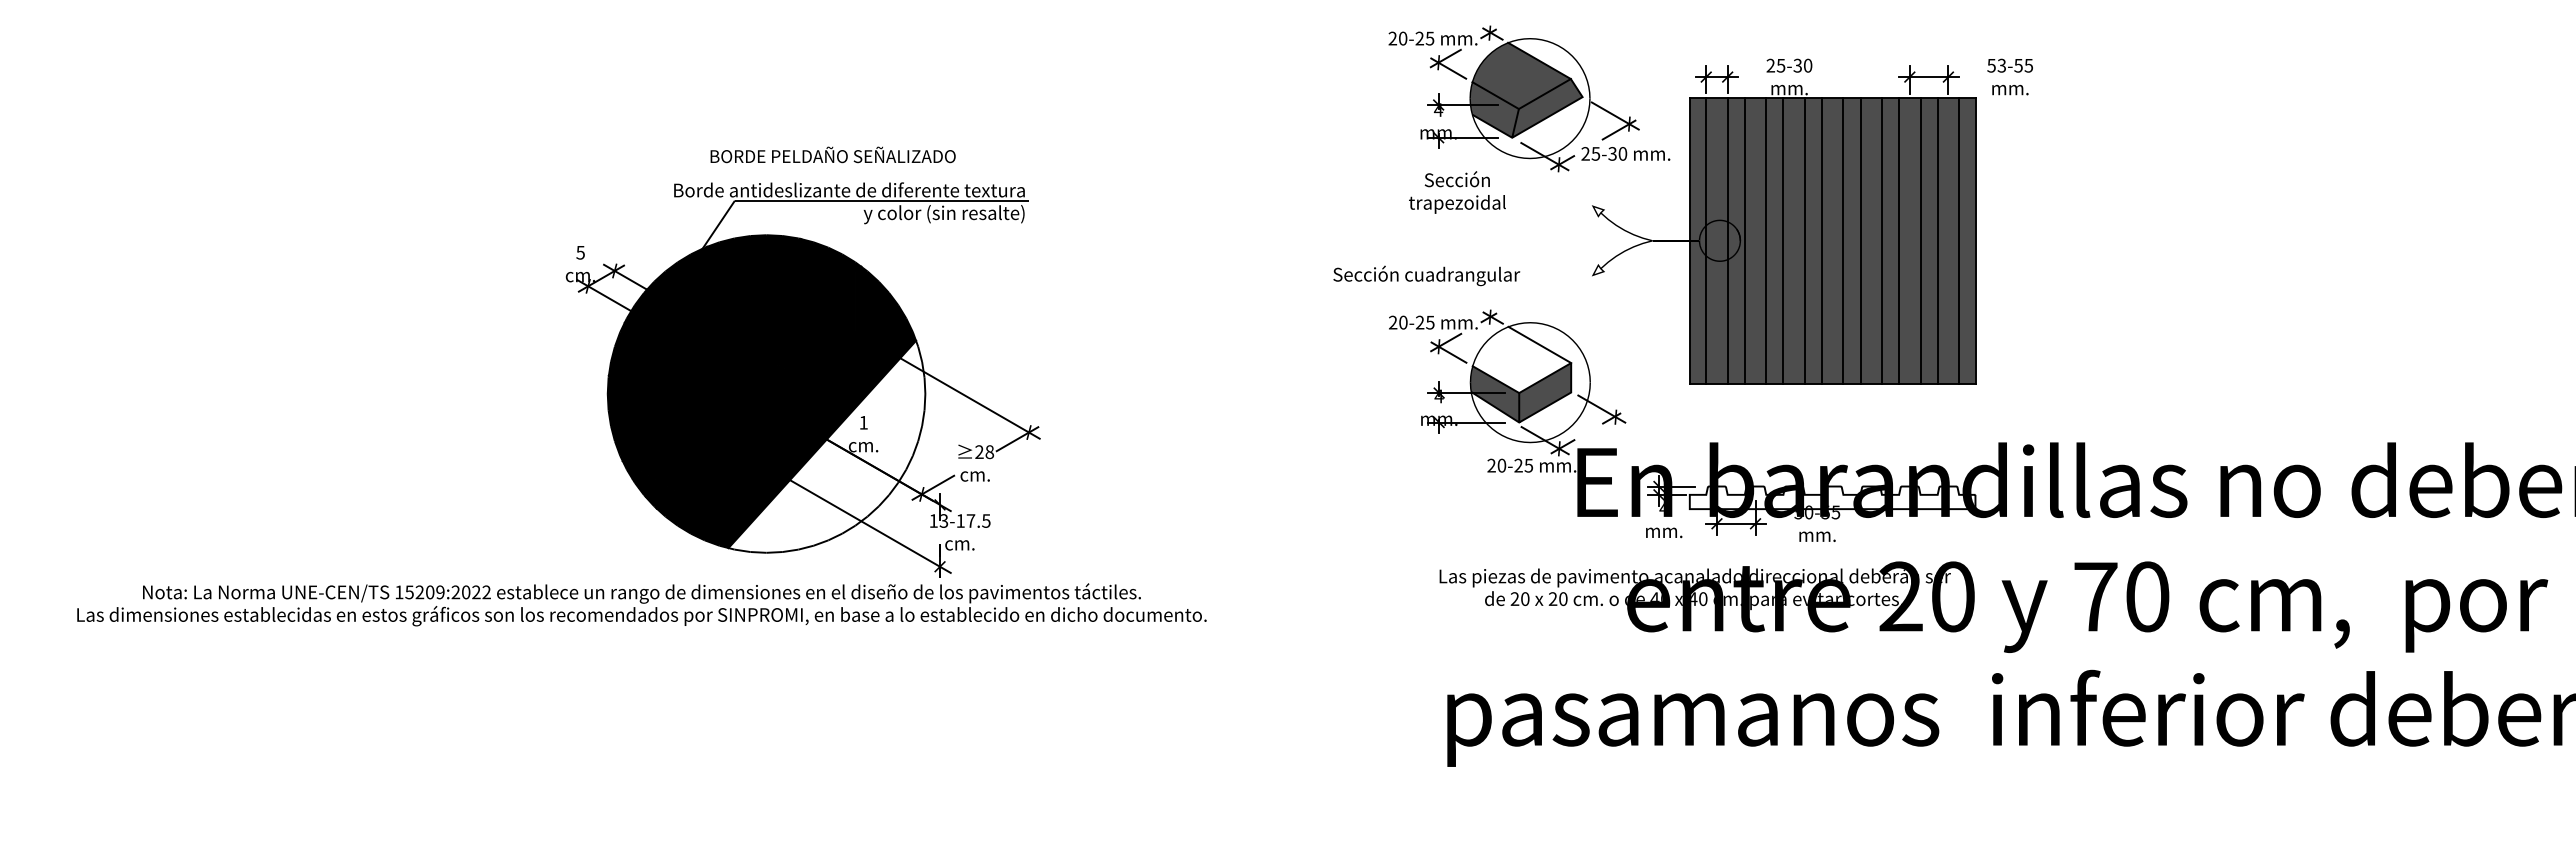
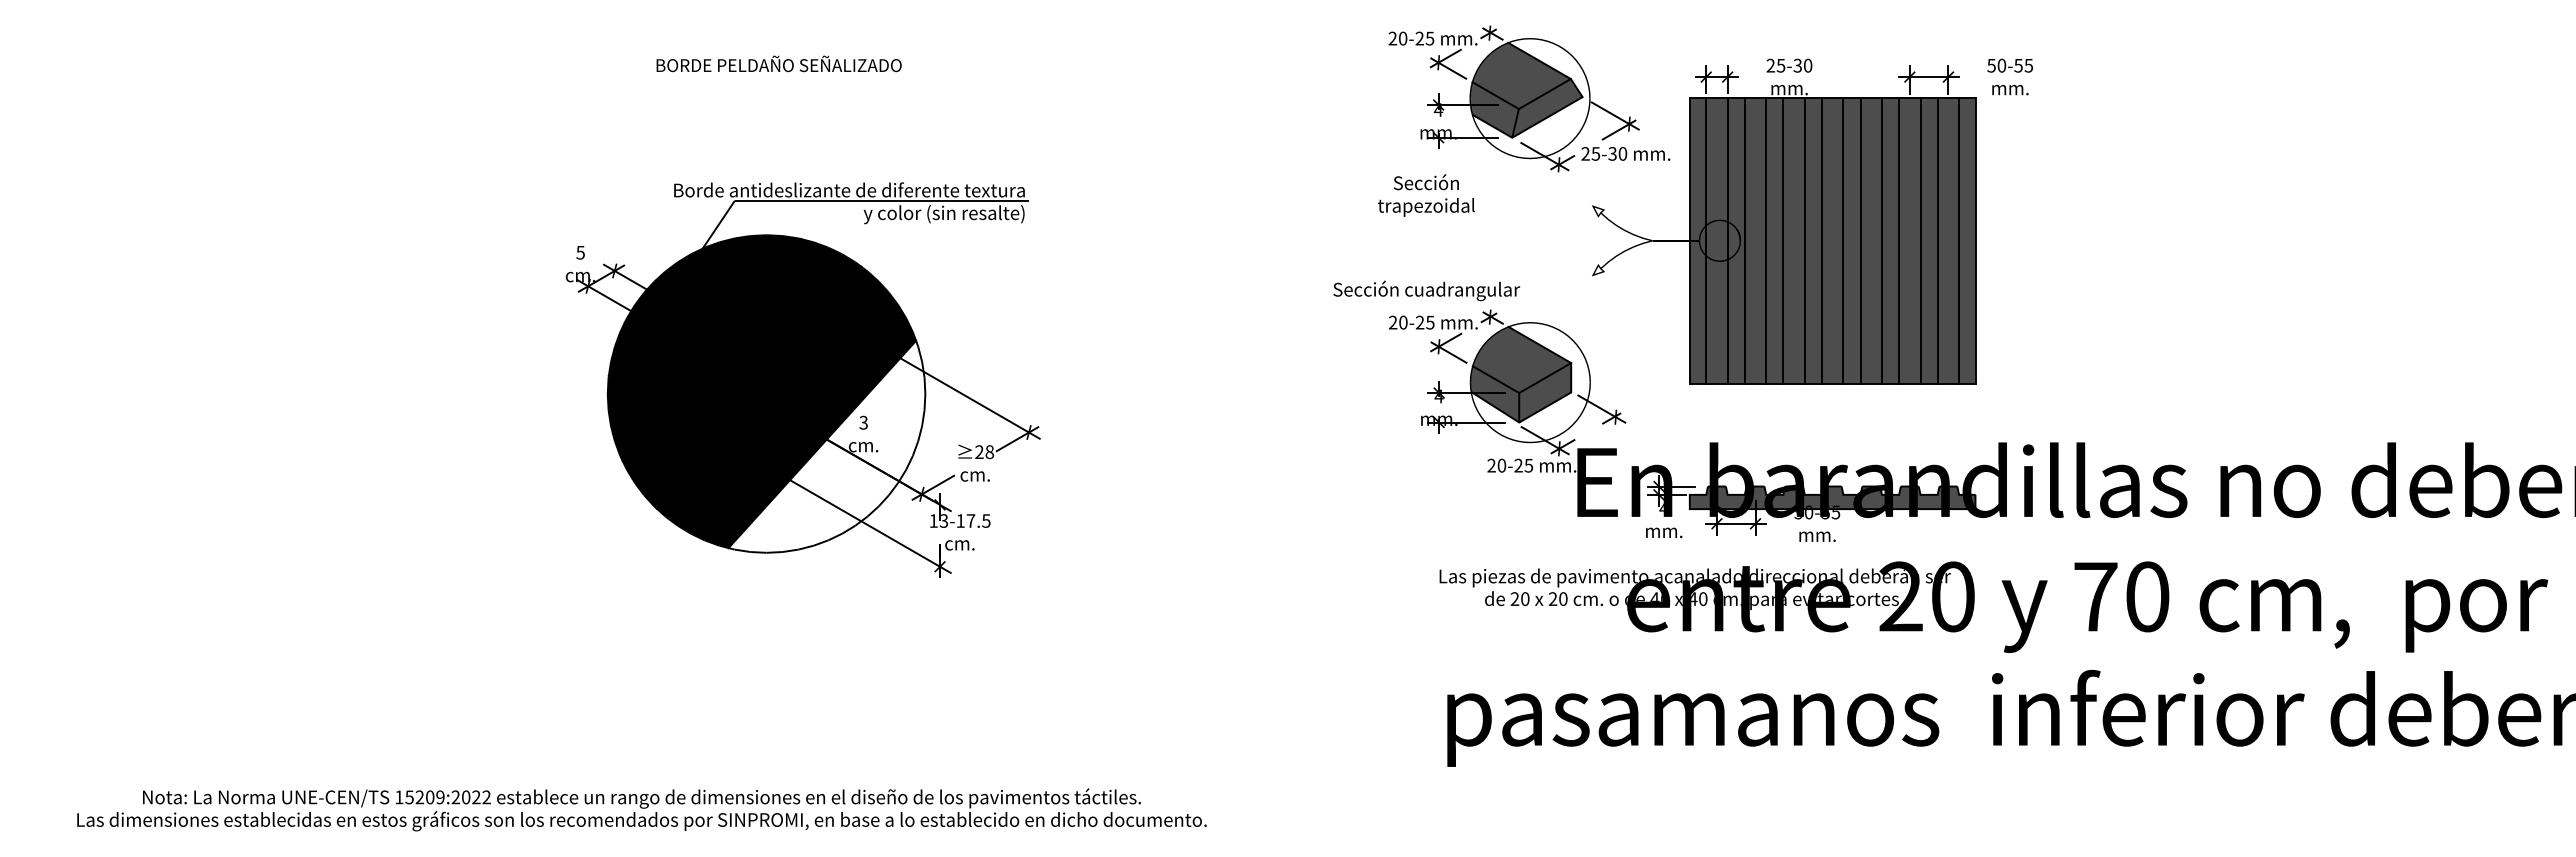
text at (2001, 65): 53-55 -> 50-55
text at (832, 154) position: (832, 154) -> (778, 63)
text at (1457, 192) position: (1457, 192) -> (1426, 195)
text at (1426, 275) position: (1426, 275) -> (1426, 290)
fill at (1521, 359): none -> present
text at (863, 422): 1 -> 3
fill at (1832, 497): none -> present
text at (641, 604) position: (641, 604) -> (641, 809)
